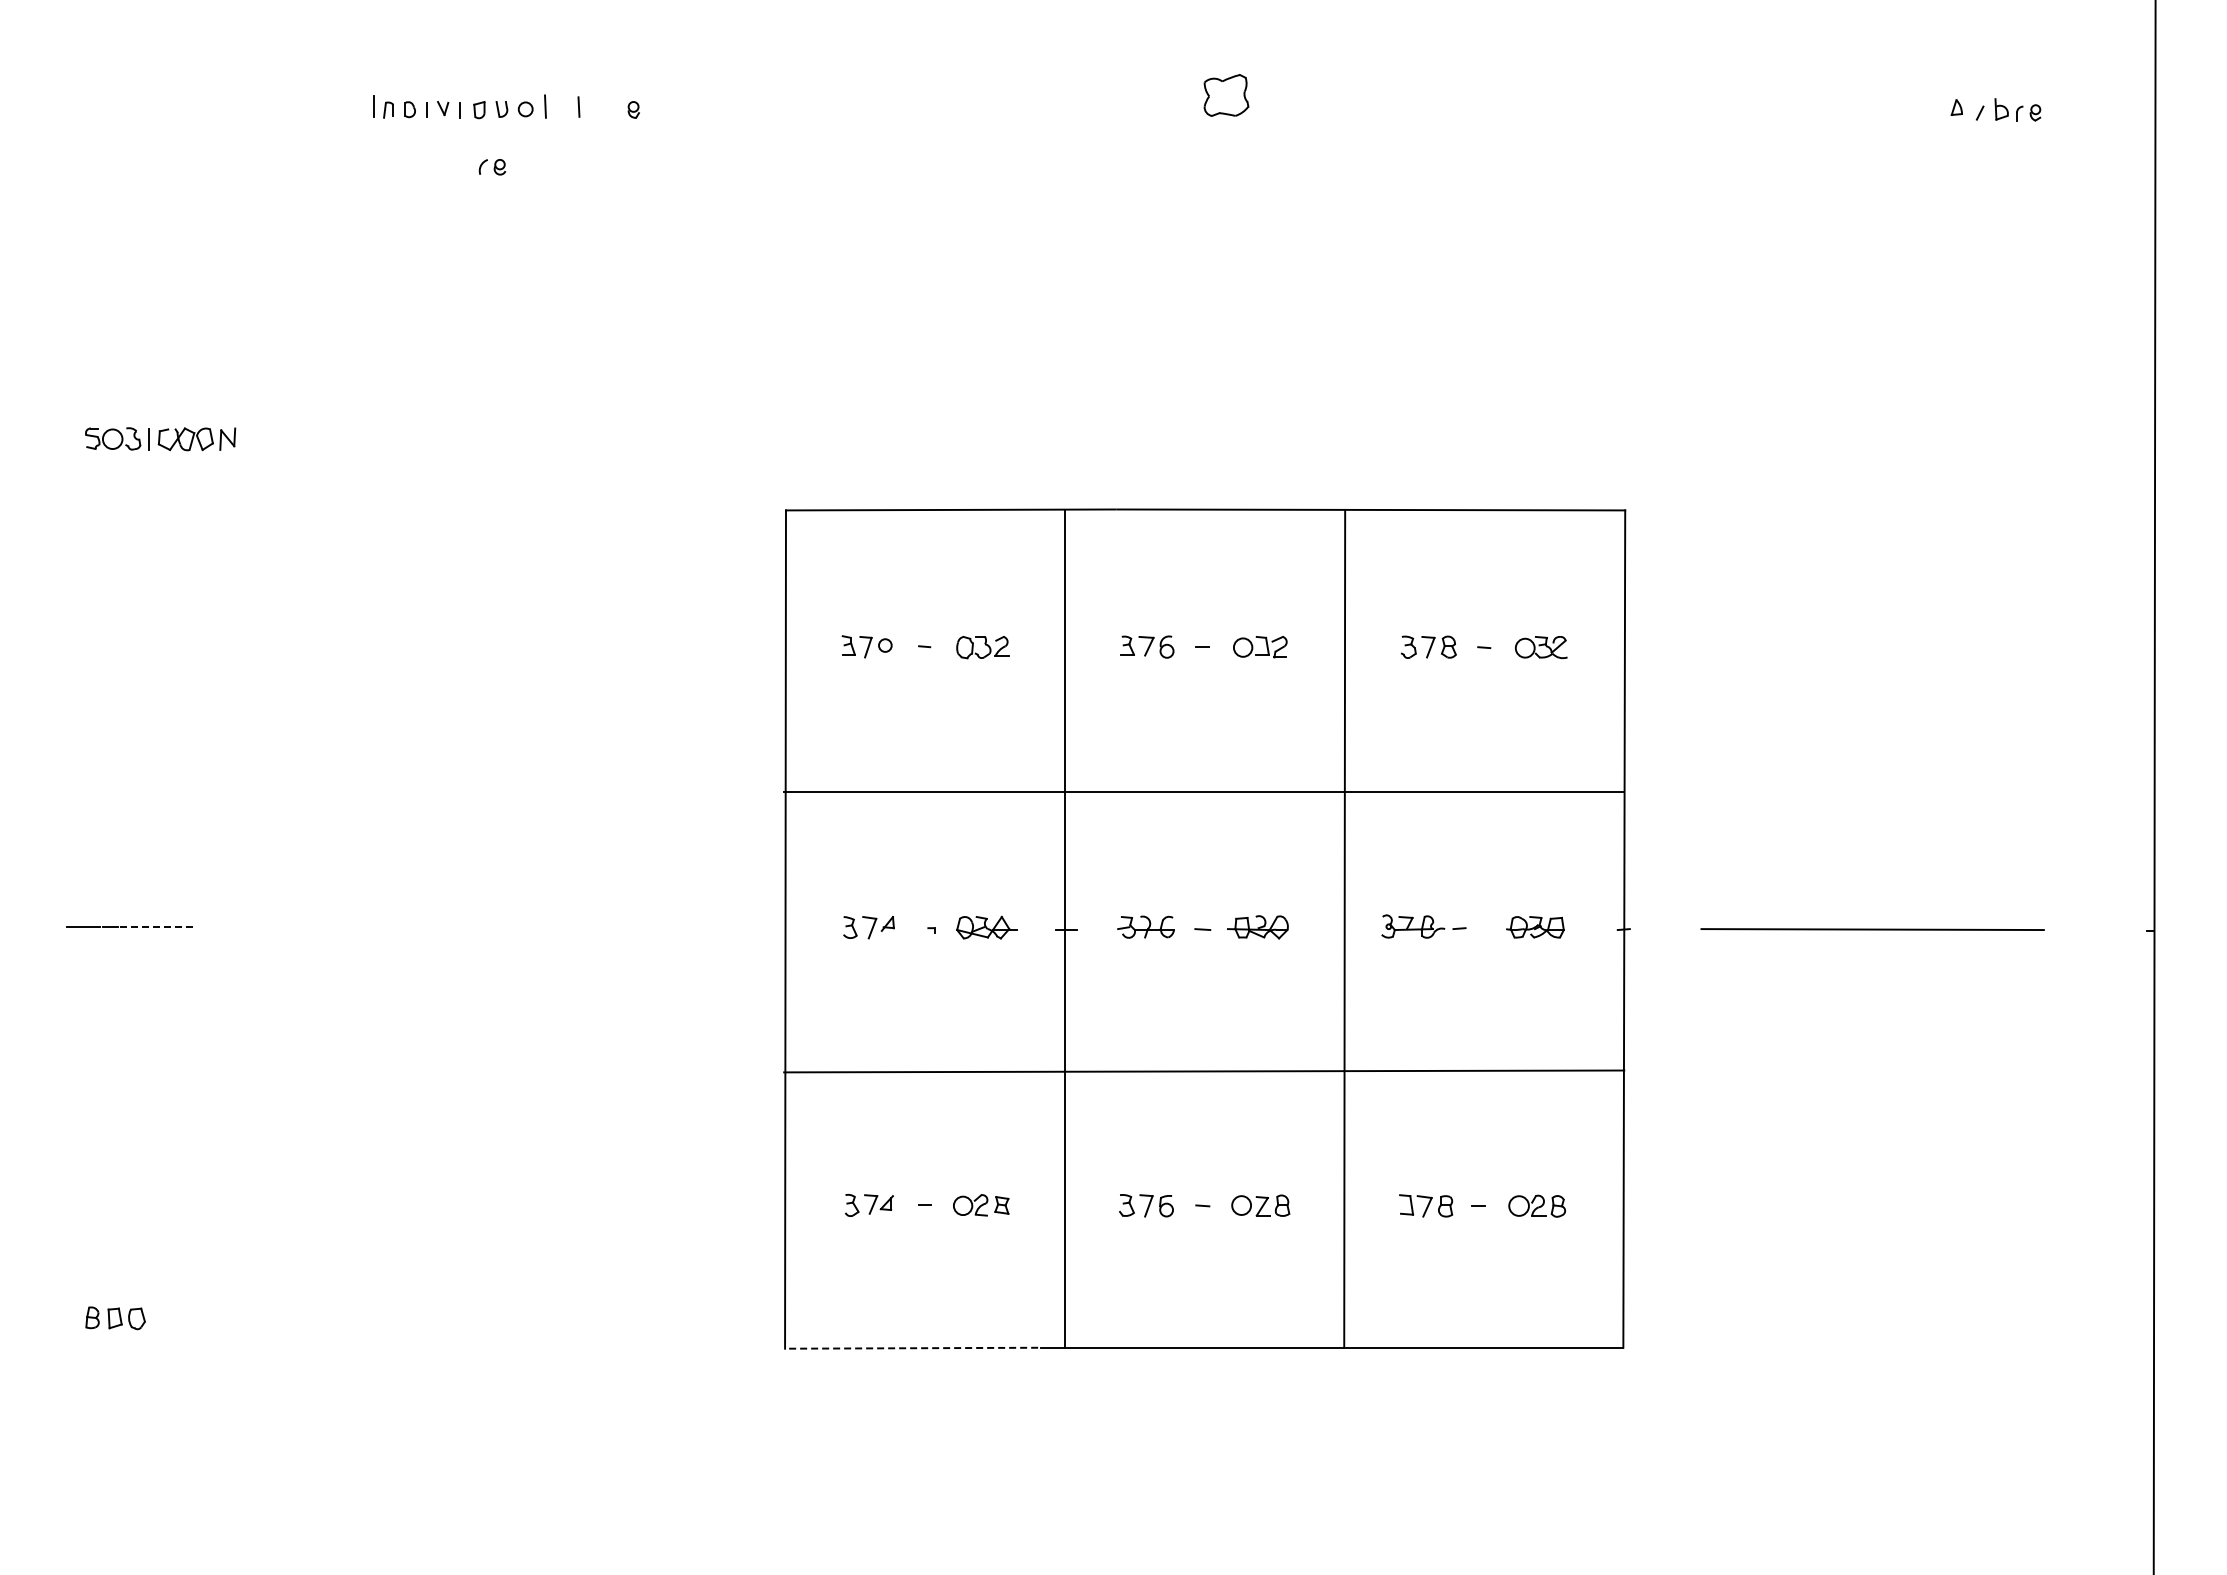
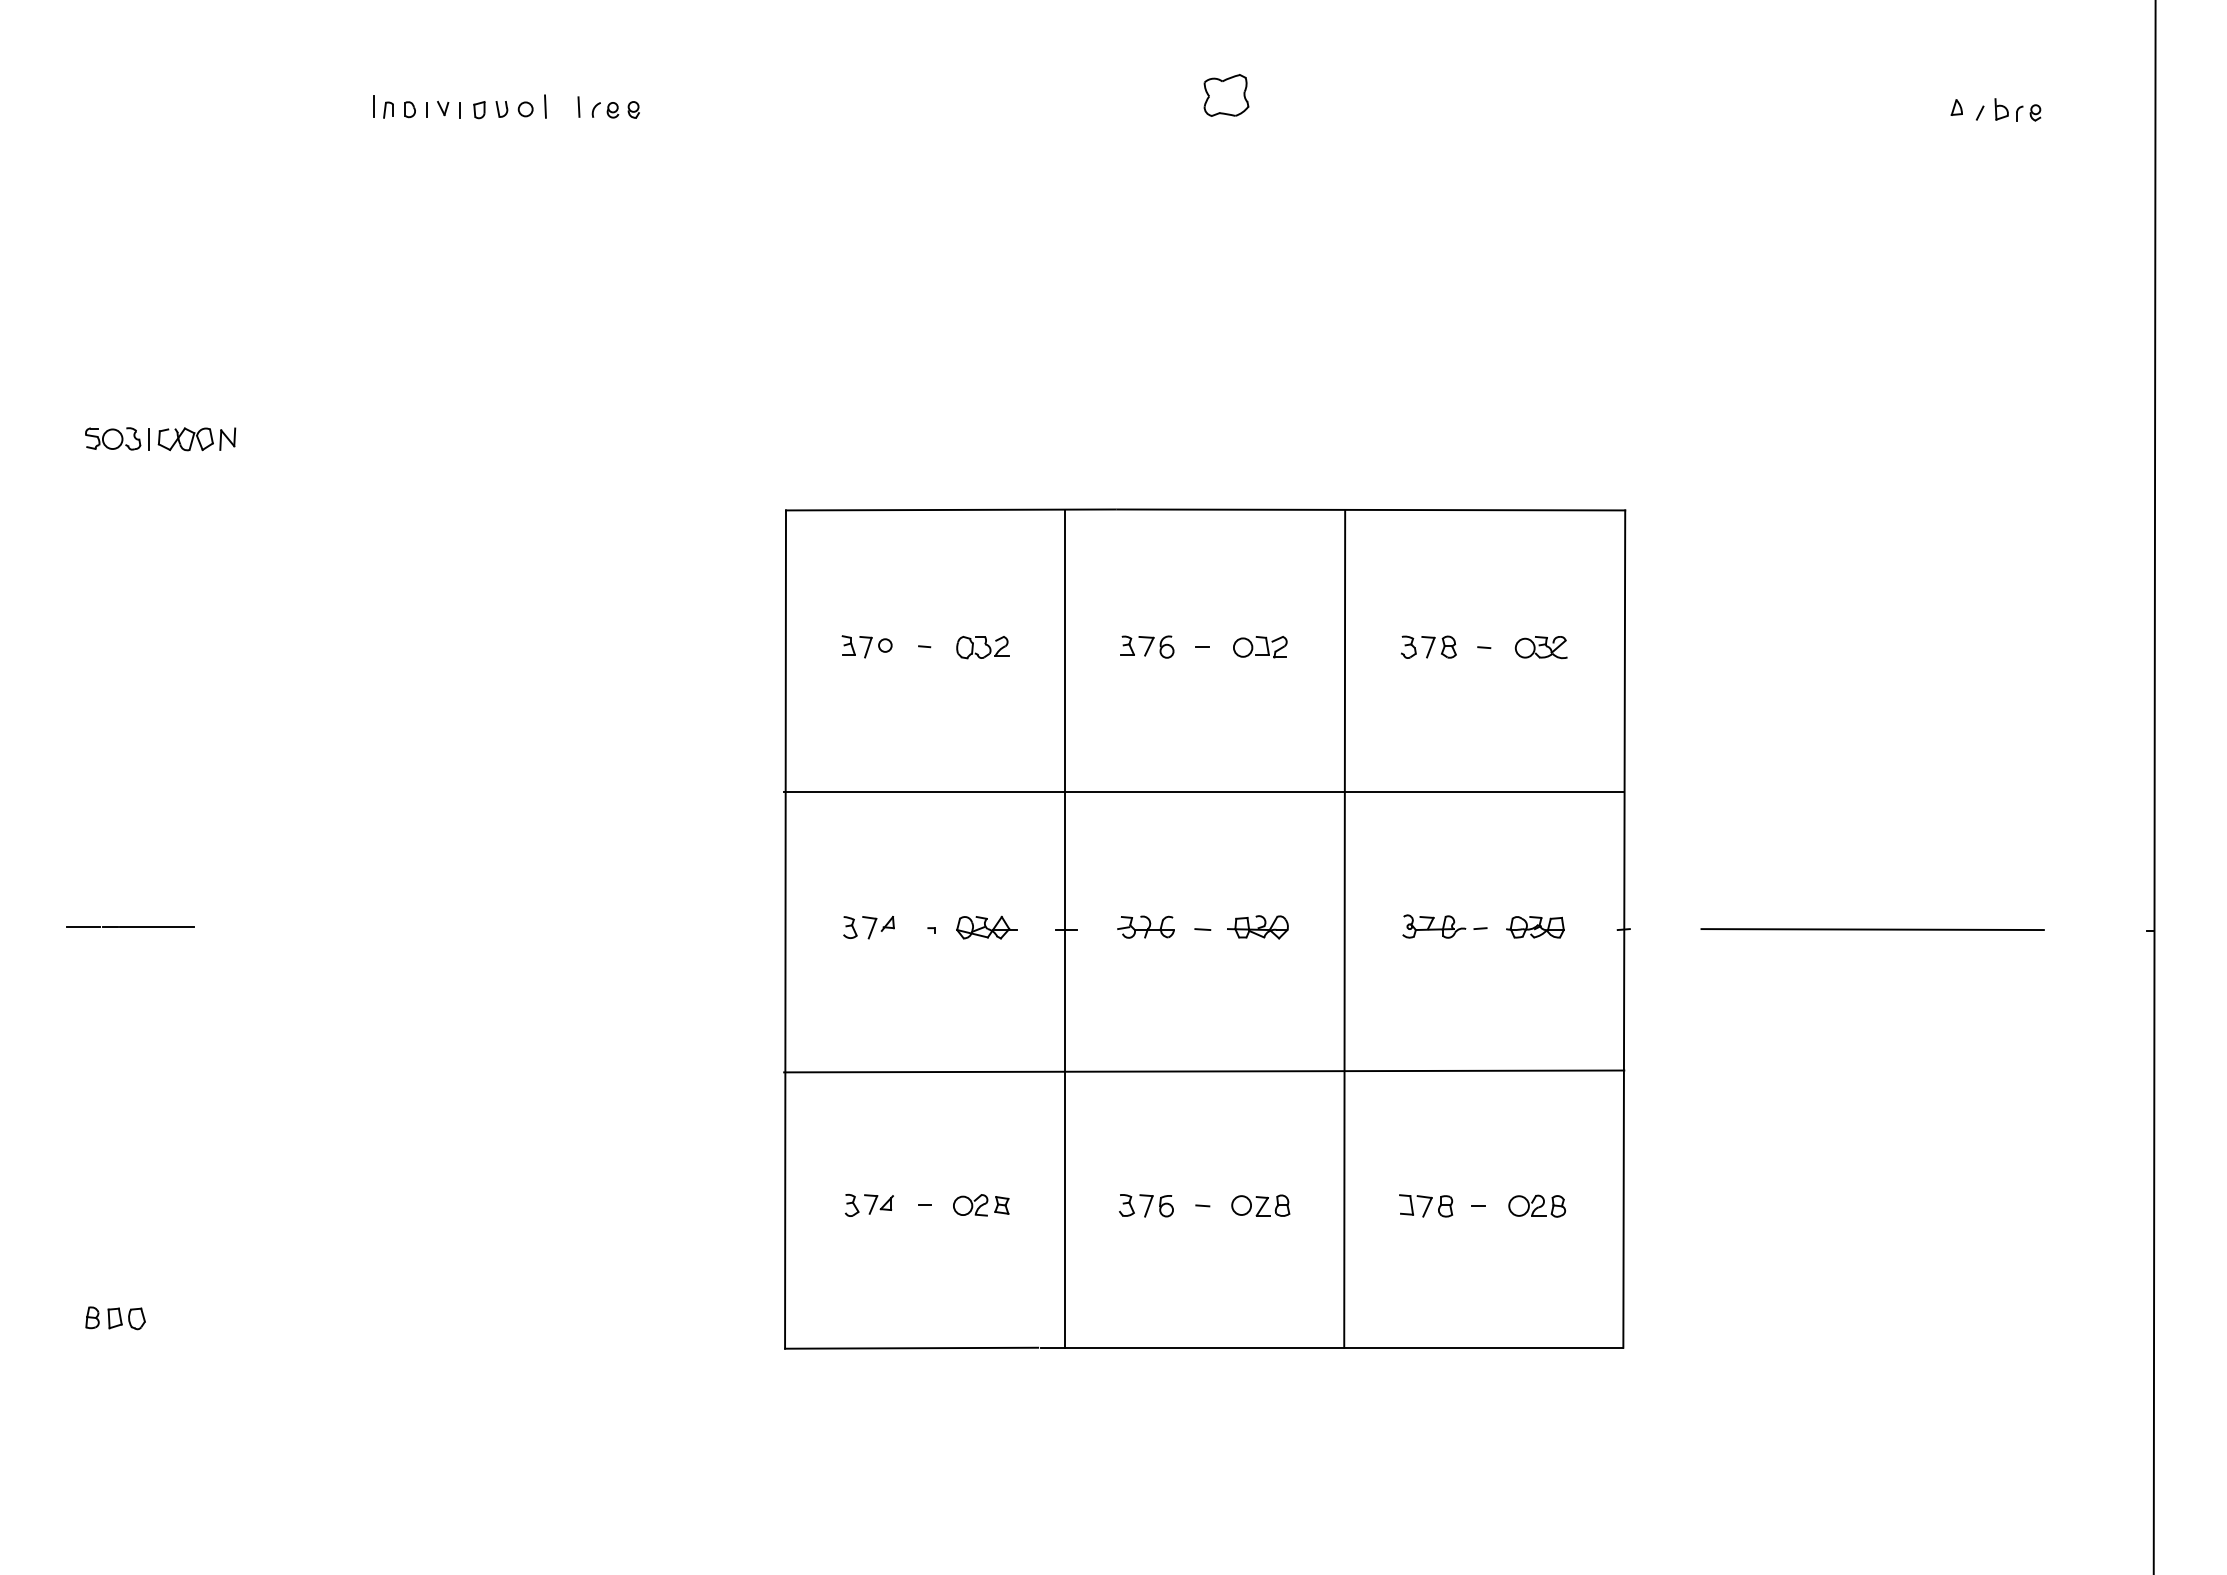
part at (492, 167) position: (492, 167) -> (605, 110)
part at (1423, 926) position: (1423, 926) -> (1444, 926)
line at (157, 927): dashed -> solid
line at (911, 1348): dashed -> solid
